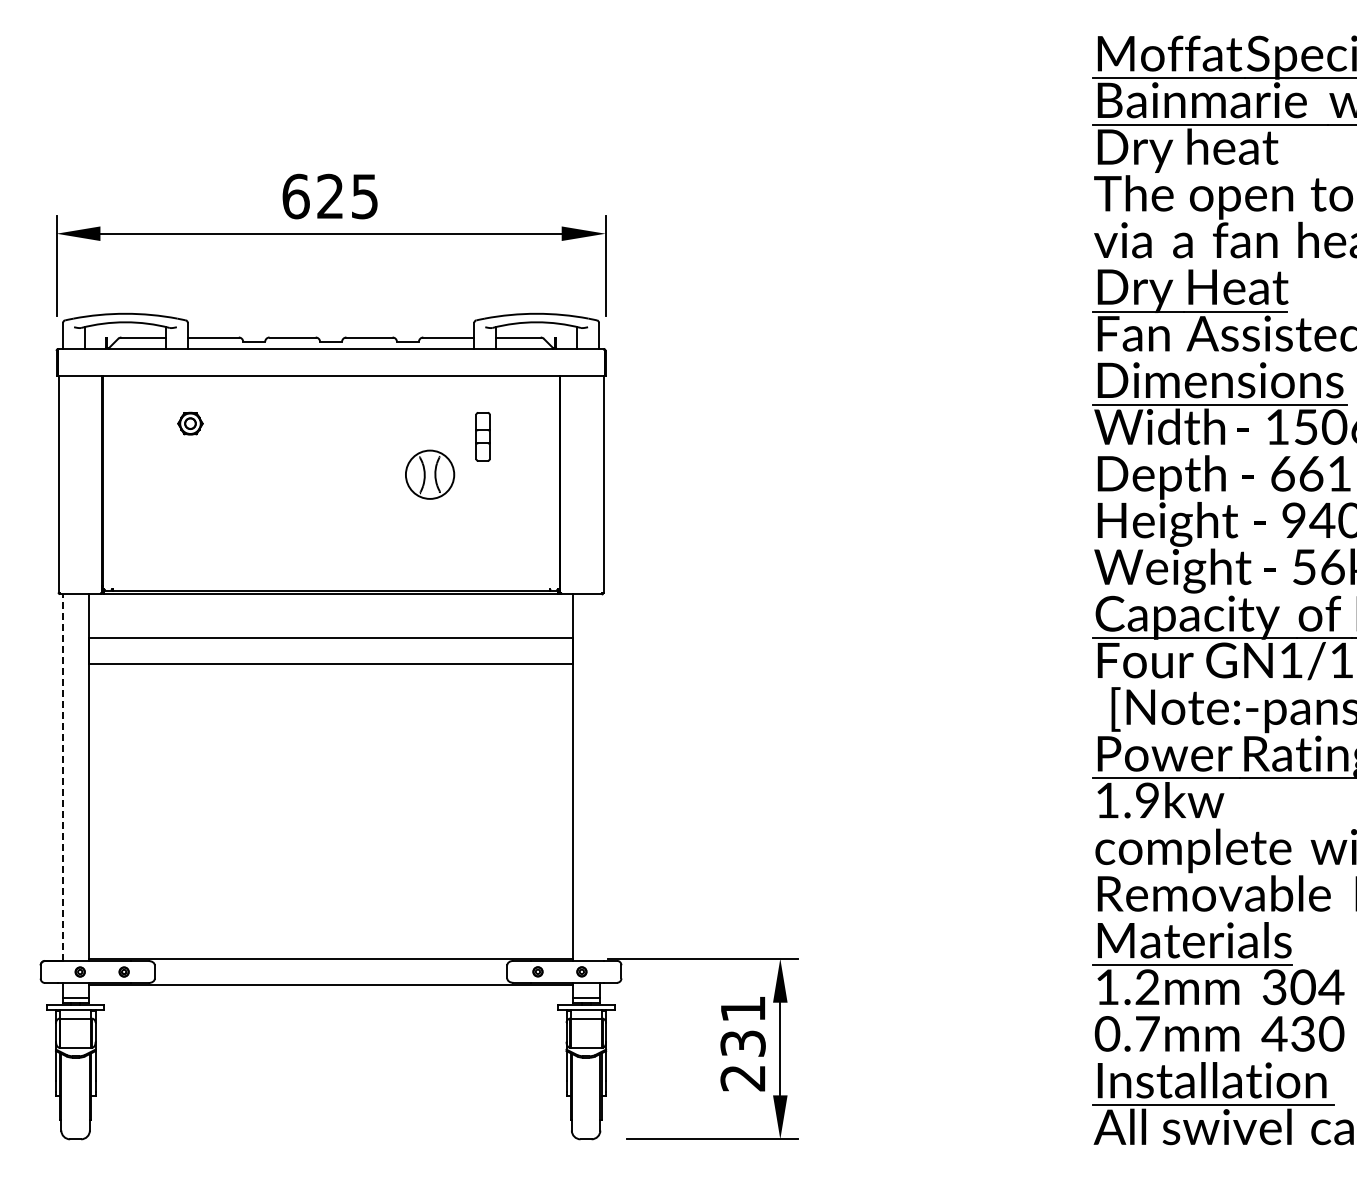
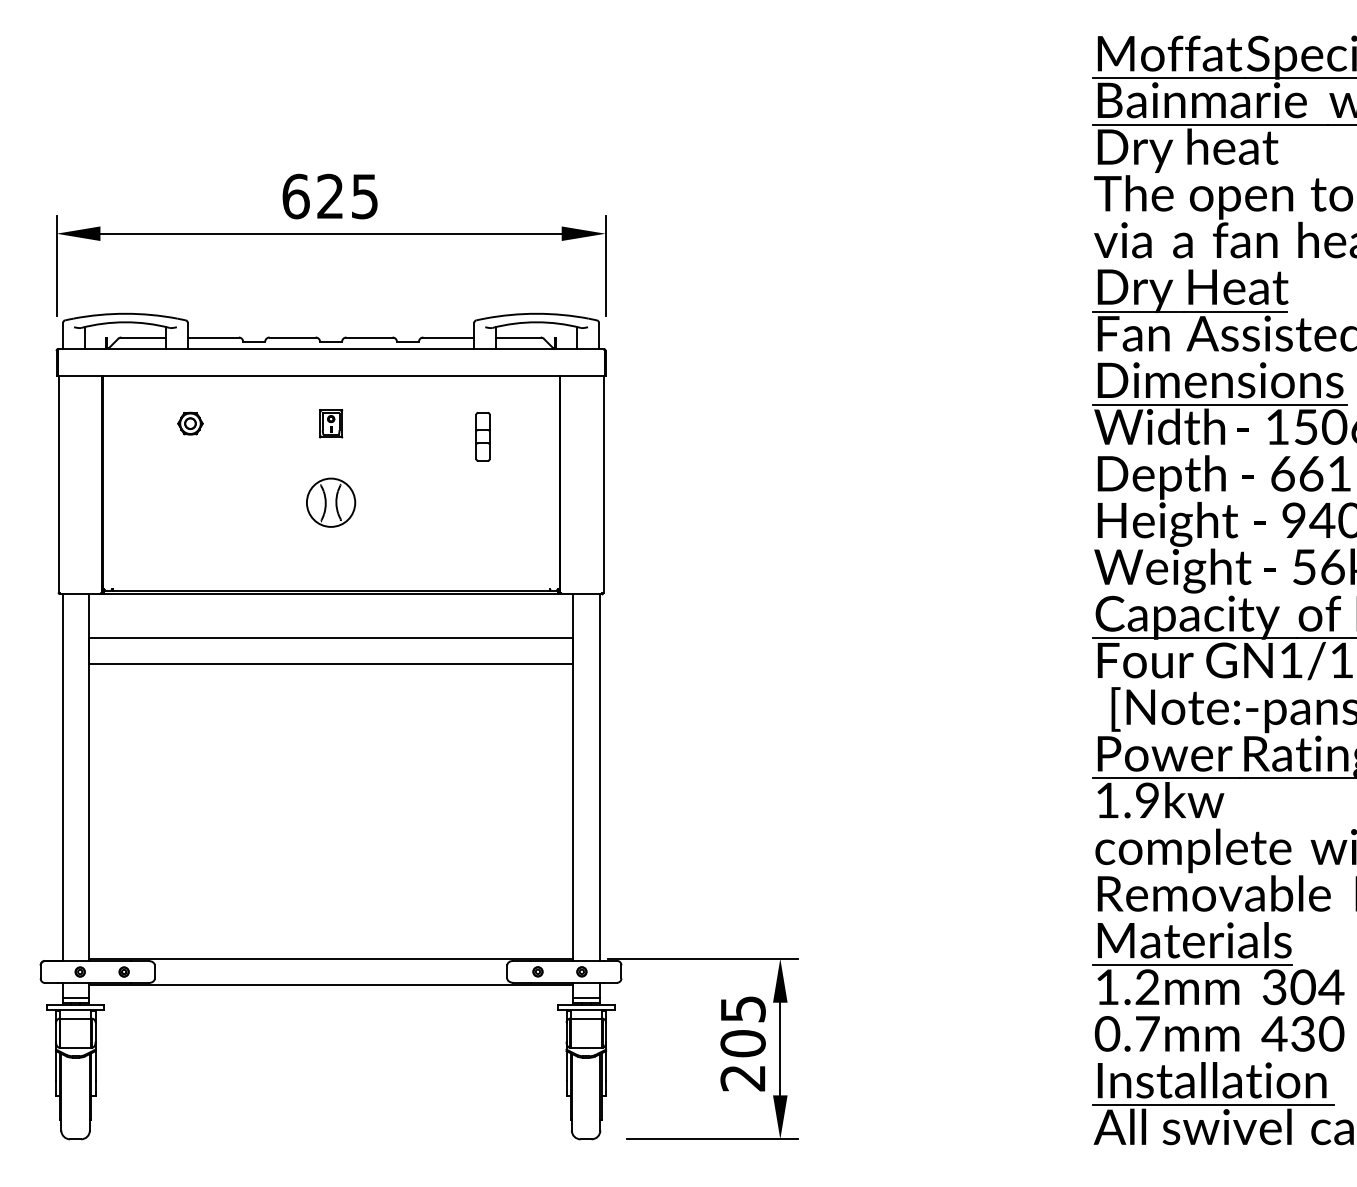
part at (331, 423): none -> present
part at (430, 474) position: (430, 474) -> (331, 502)
line at (62, 777): dashed -> solid
line at (599, 777): none -> present
text at (742, 1026): 231 -> 205
